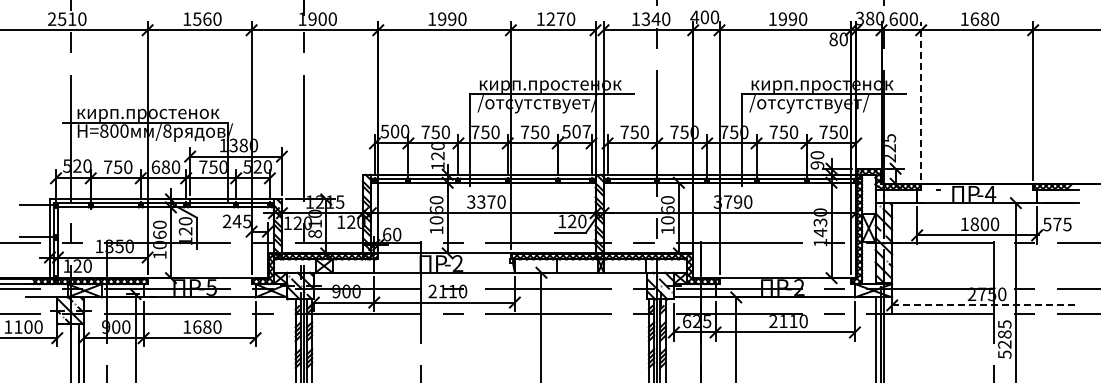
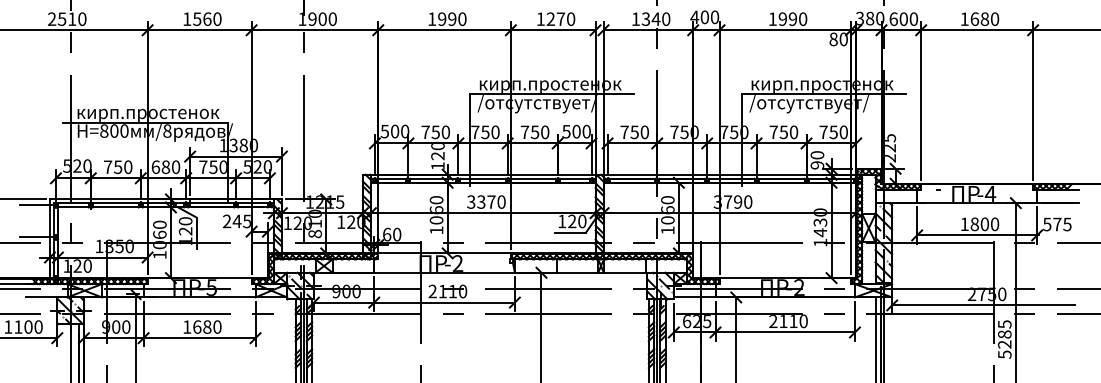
line at (921, 100): dashed -> solid
text at (586, 131): 507 -> 500
line at (23, 199): none -> present
line at (983, 305): dashed -> solid
